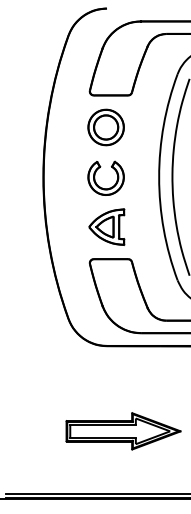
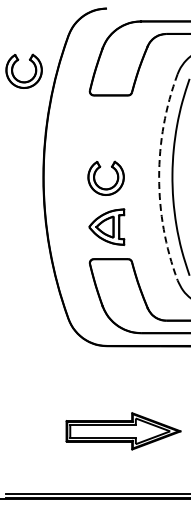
part at (13, 70): none -> present
part at (105, 127): present -> none
arc at (159, 177): solid -> dashed
